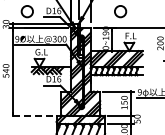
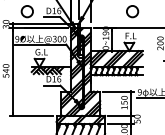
circle at (120, 11) position: (120, 11) -> (132, 11)
line at (31, 115): dashed -> solid
